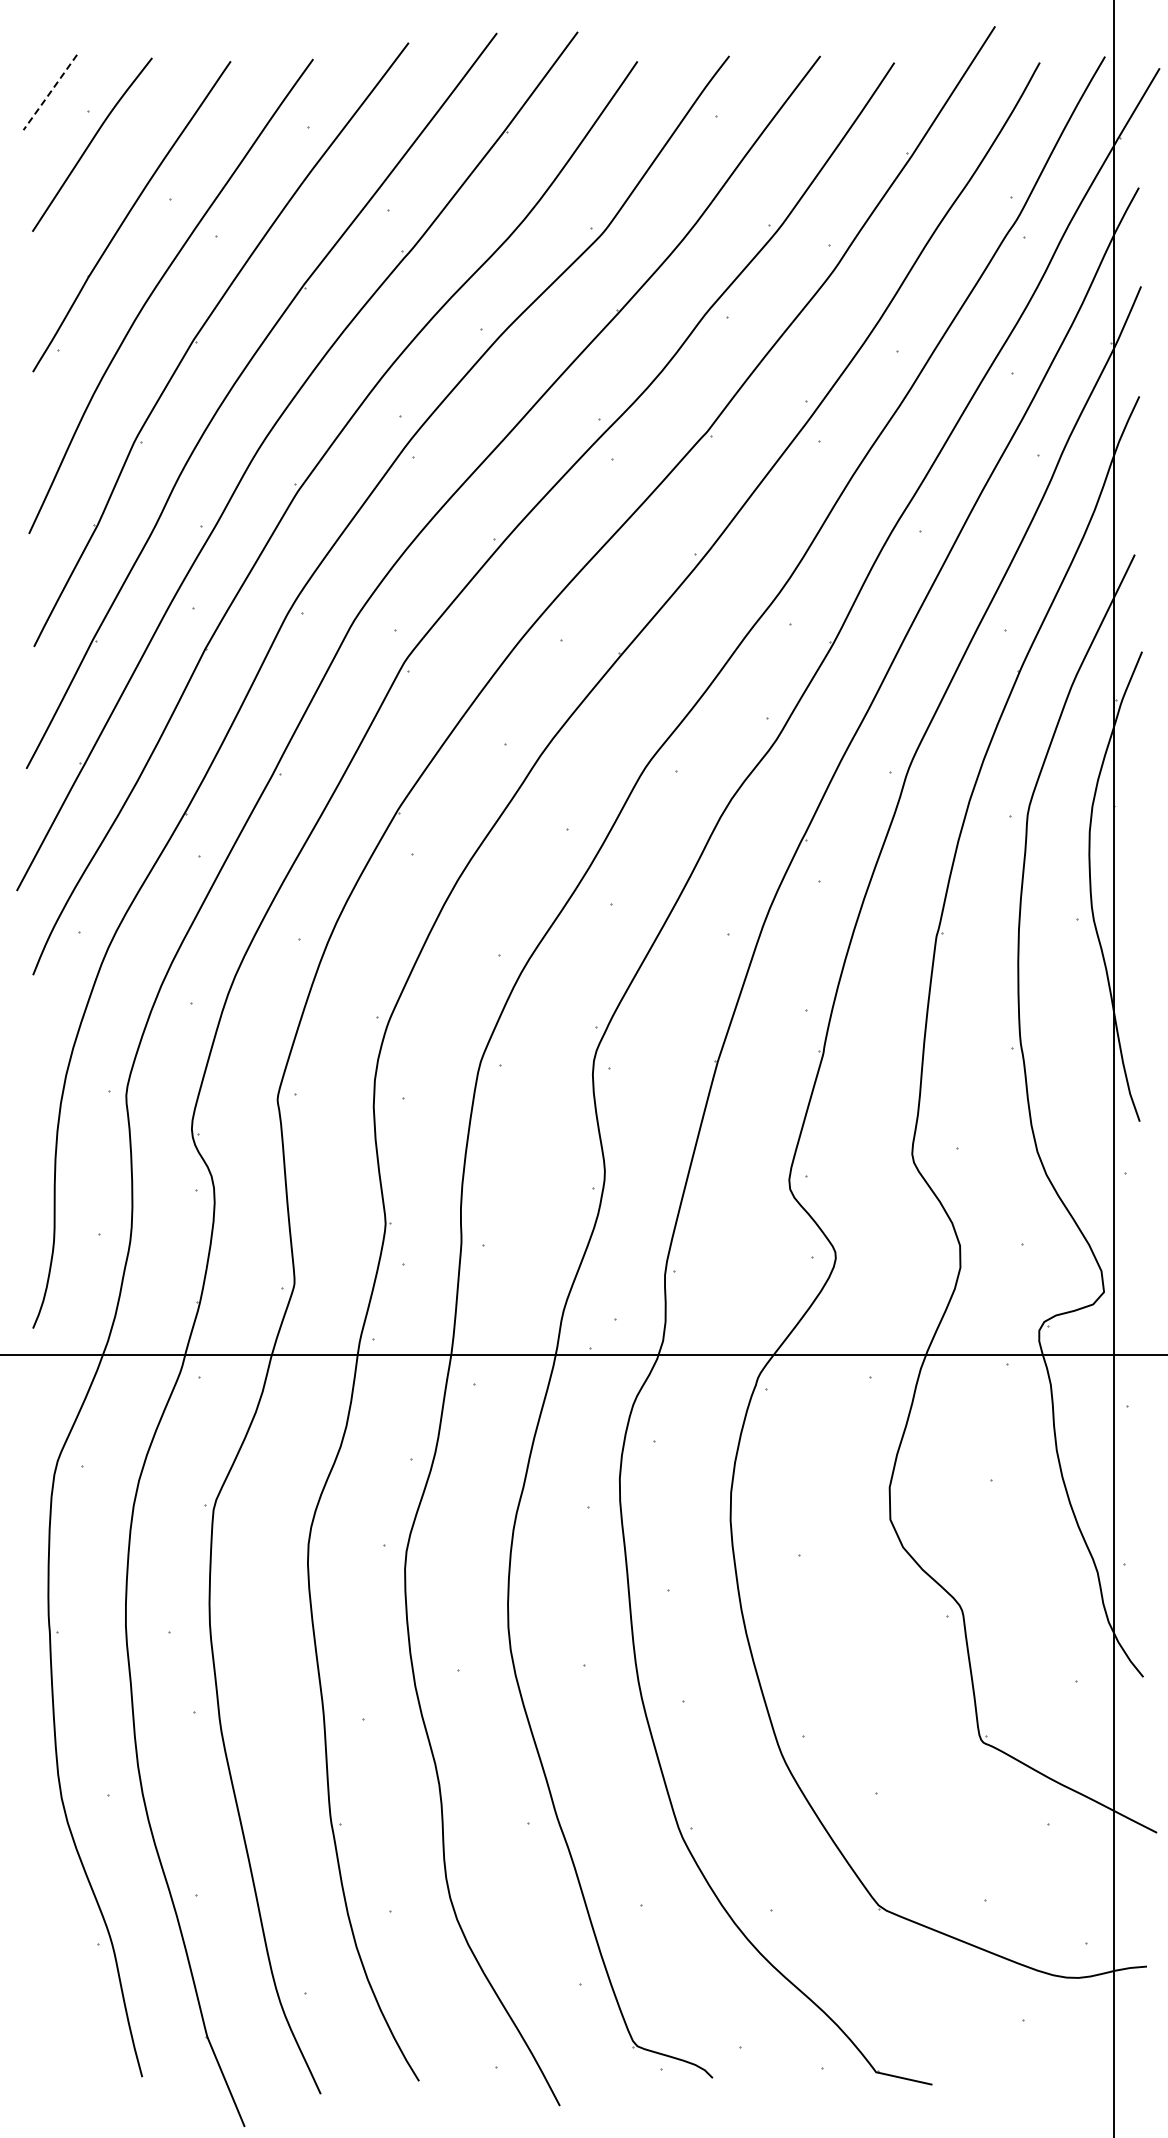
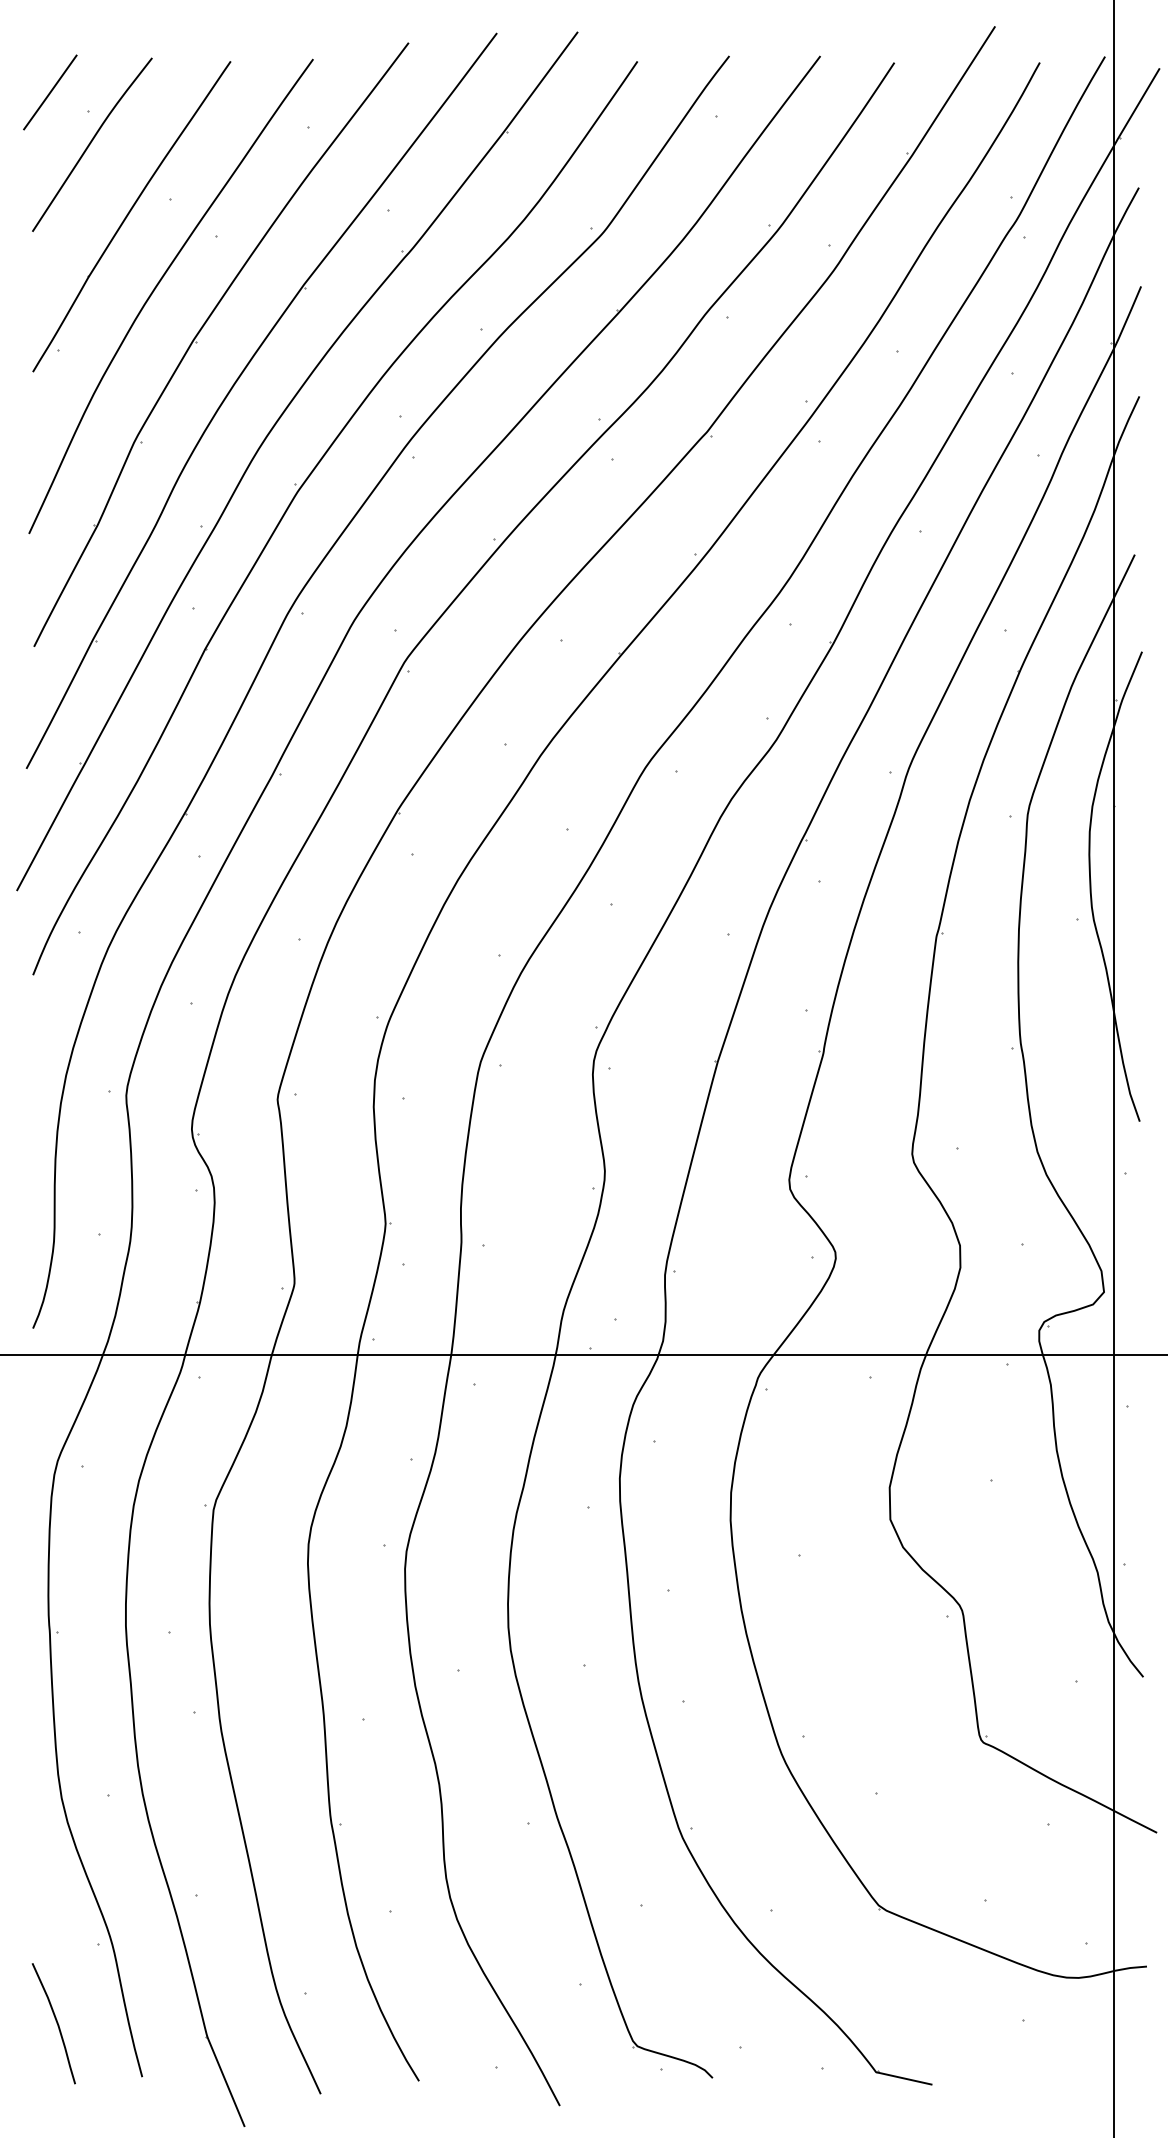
line at (49, 93): dashed -> solid
curve at (55, 2021): none -> present
